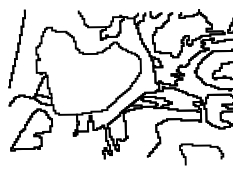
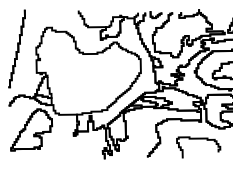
curve at (201, 146) position: (201, 146) -> (198, 139)
